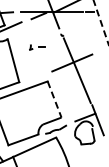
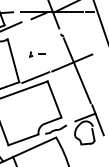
line at (101, 22): dashed -> solid
part at (37, 47) position: (37, 47) -> (37, 54)
line at (35, 77): none -> present
line at (54, 99): dashed -> solid
